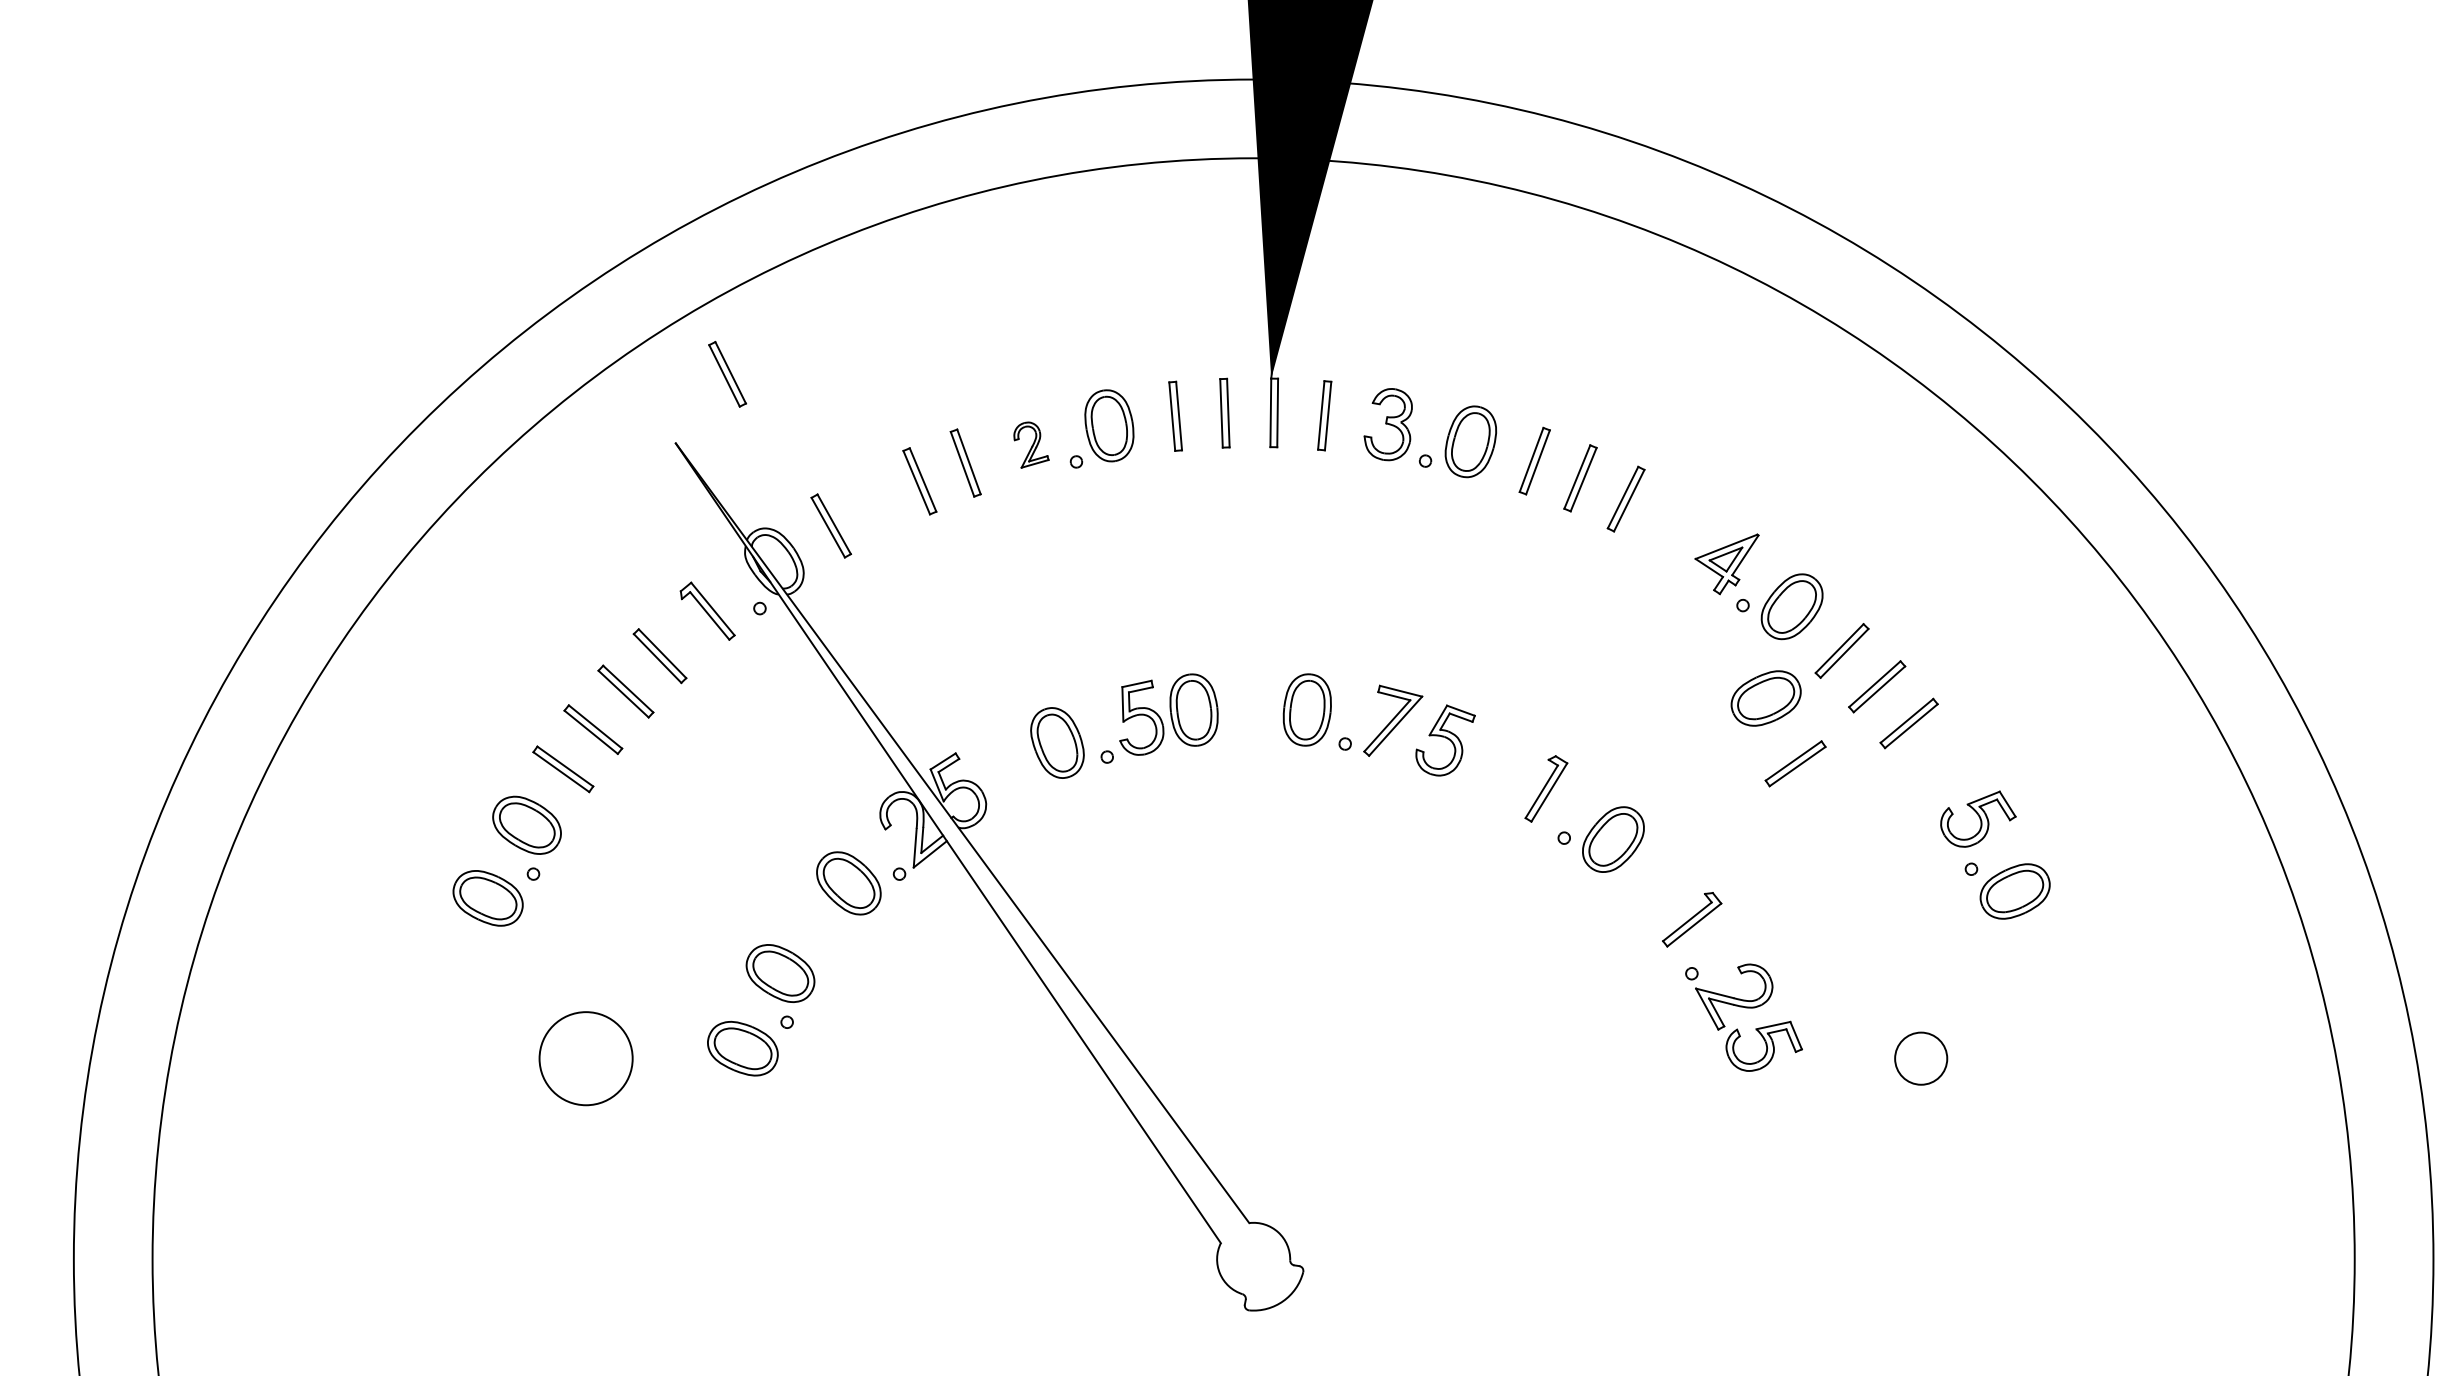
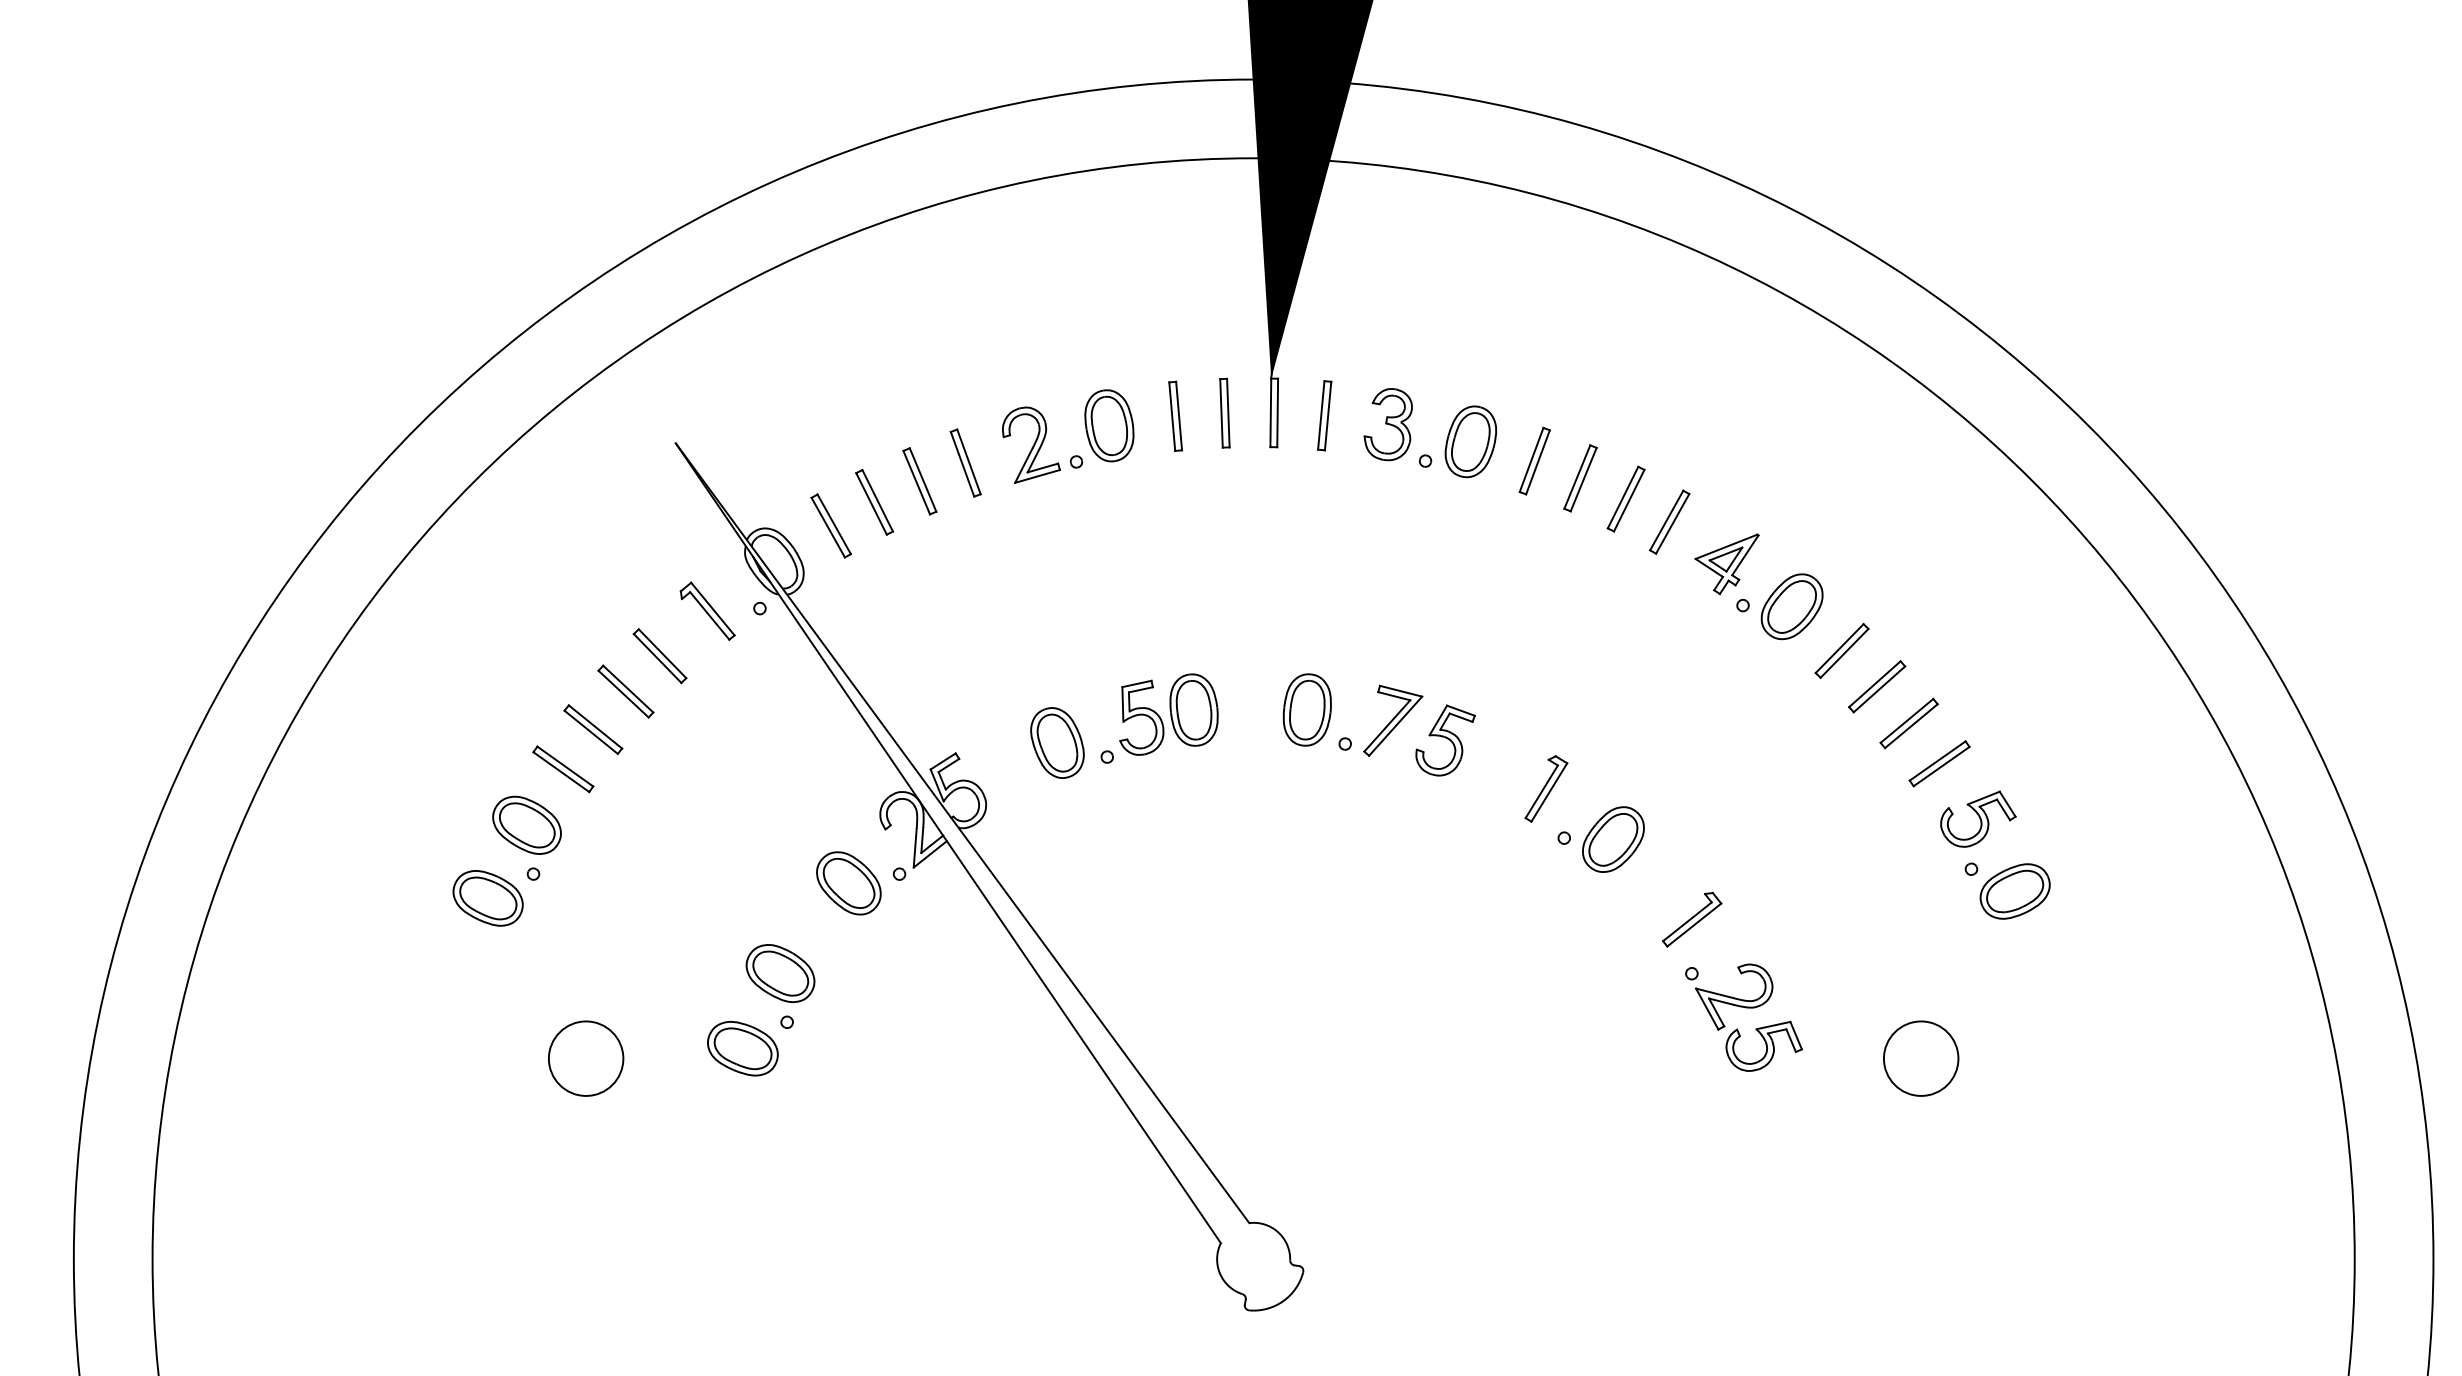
part at (727, 374) position: (727, 374) -> (874, 502)
part at (1031, 444) size: 37x48 px -> 59x78 px
part at (1669, 521): none -> present
part at (1765, 698): present -> none
part at (1795, 763) position: (1795, 763) -> (1939, 763)
circle at (585, 1058) diameter: 93 px -> 74 px
circle at (1921, 1058) diameter: 52 px -> 74 px
